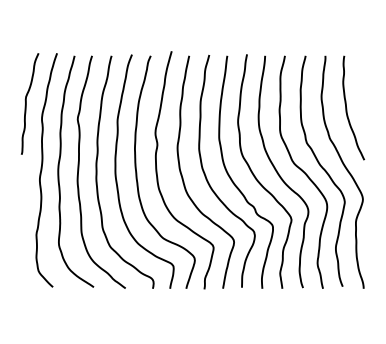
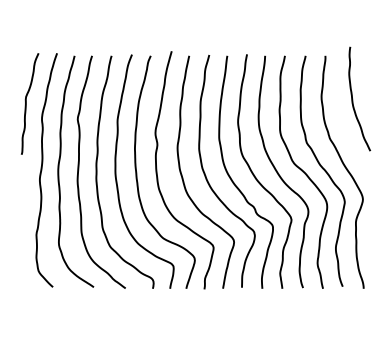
curve at (347, 108) position: (347, 108) -> (353, 99)
